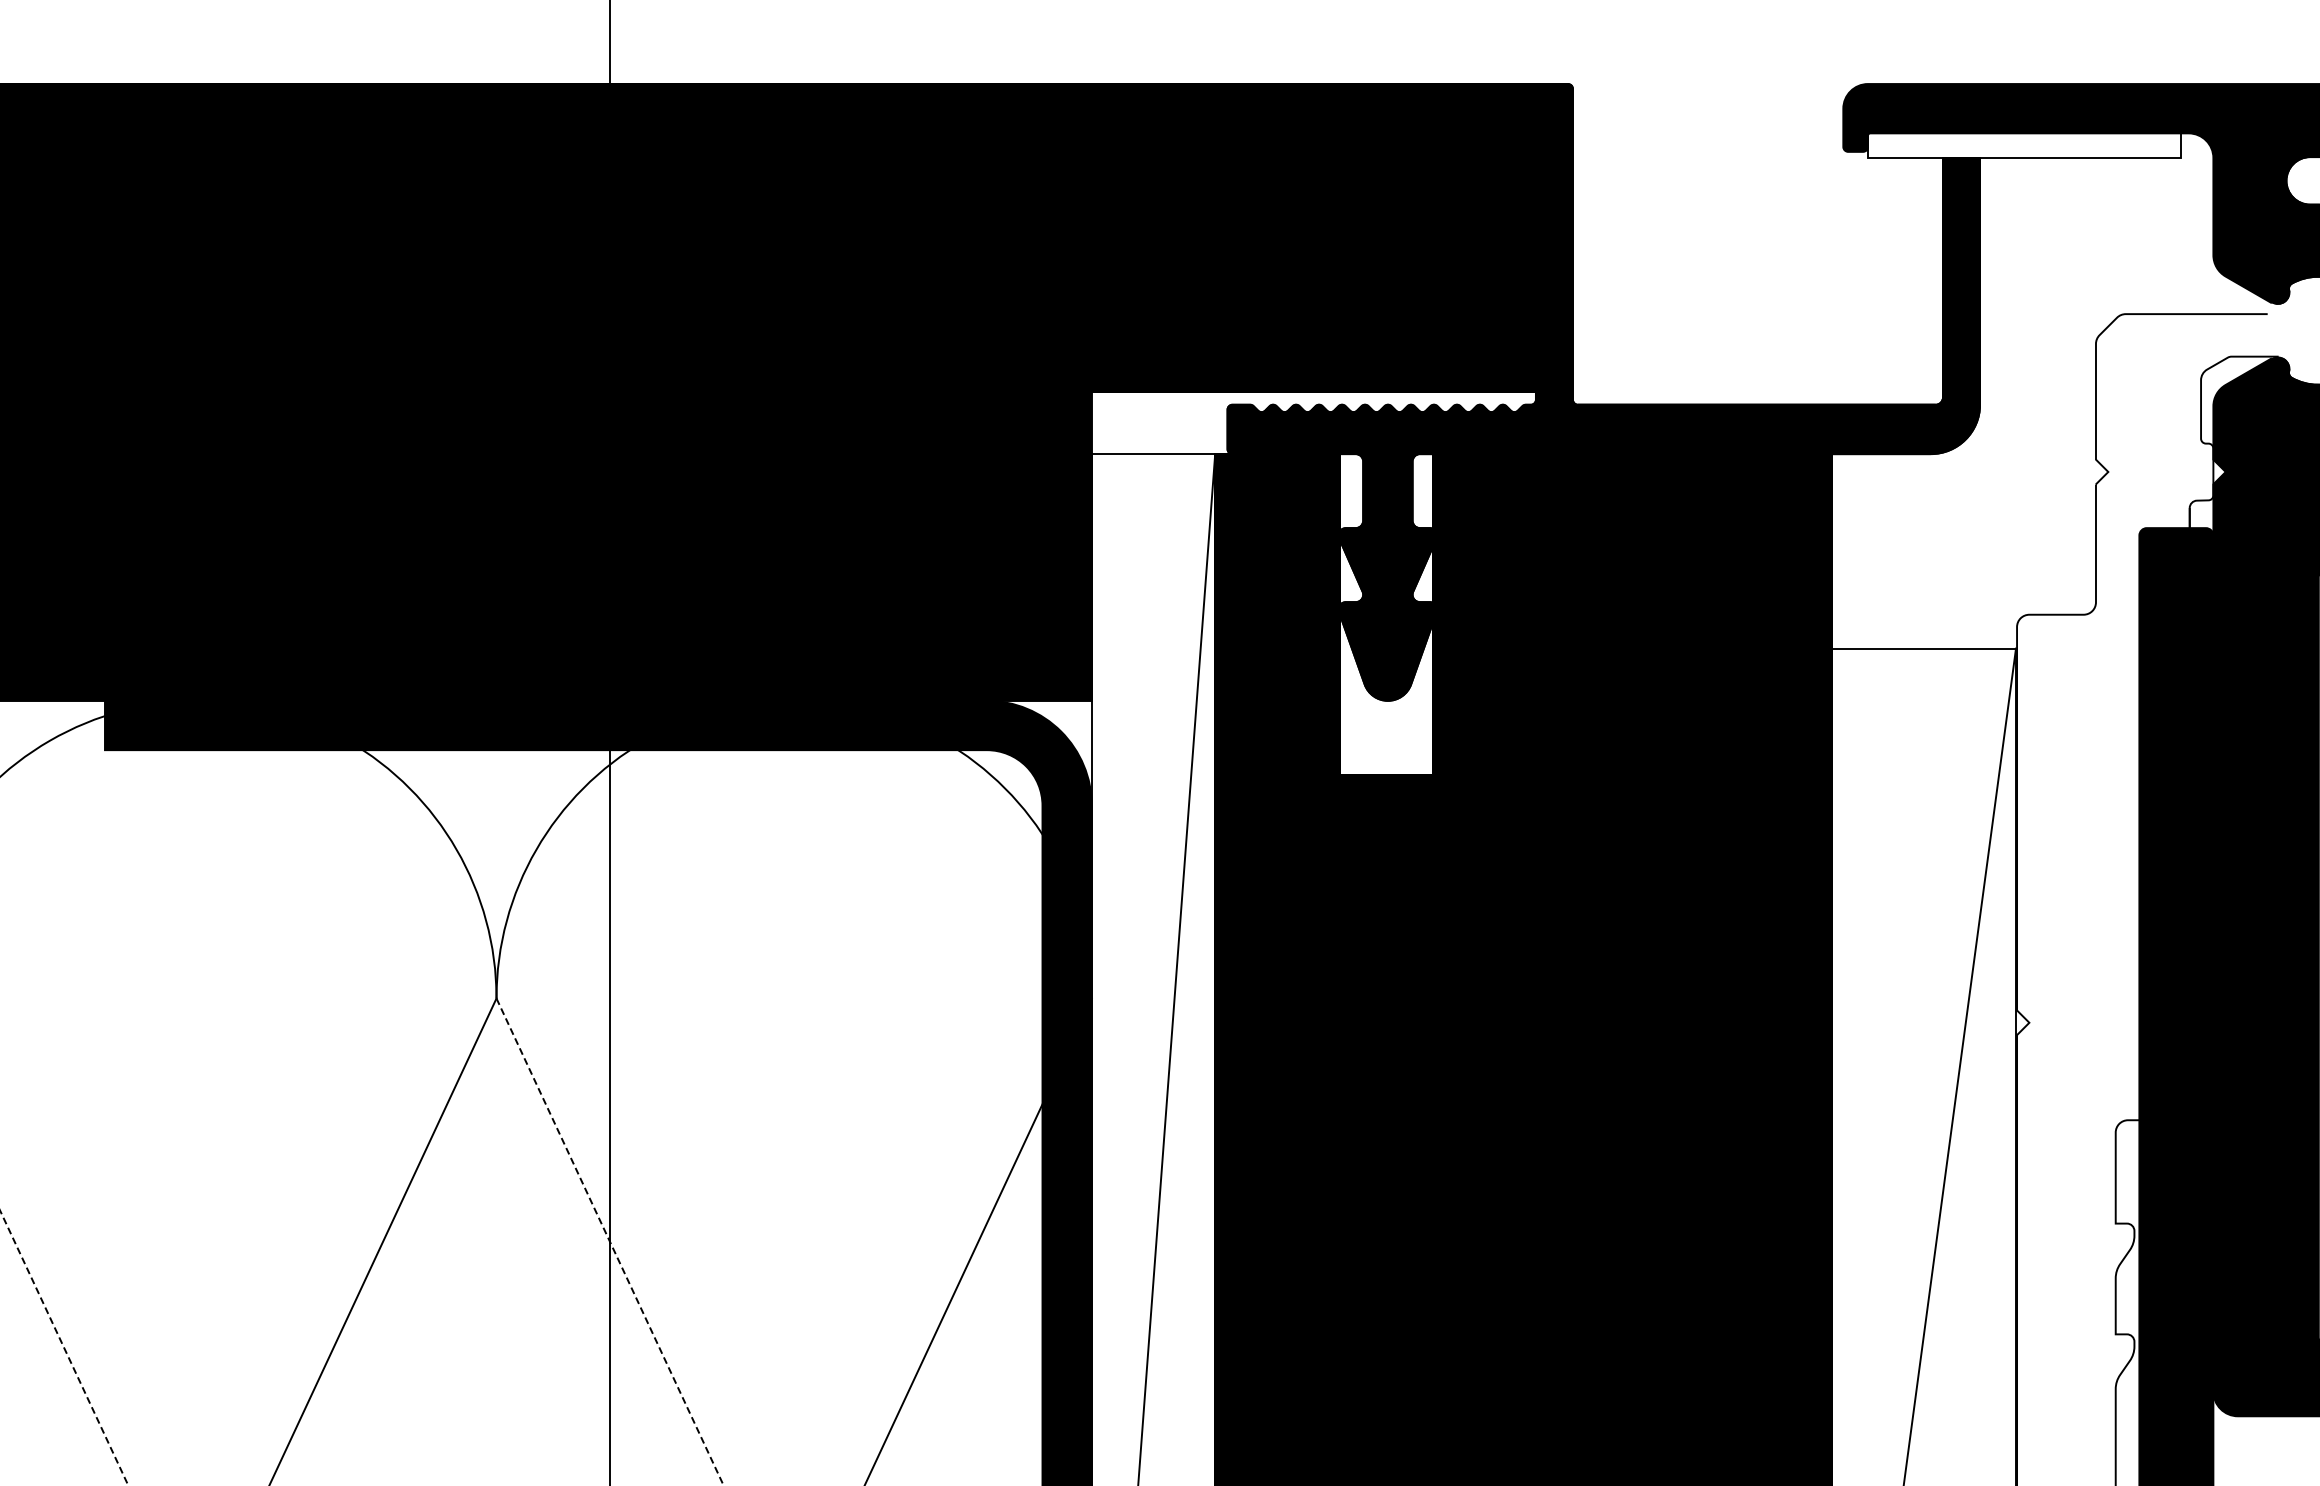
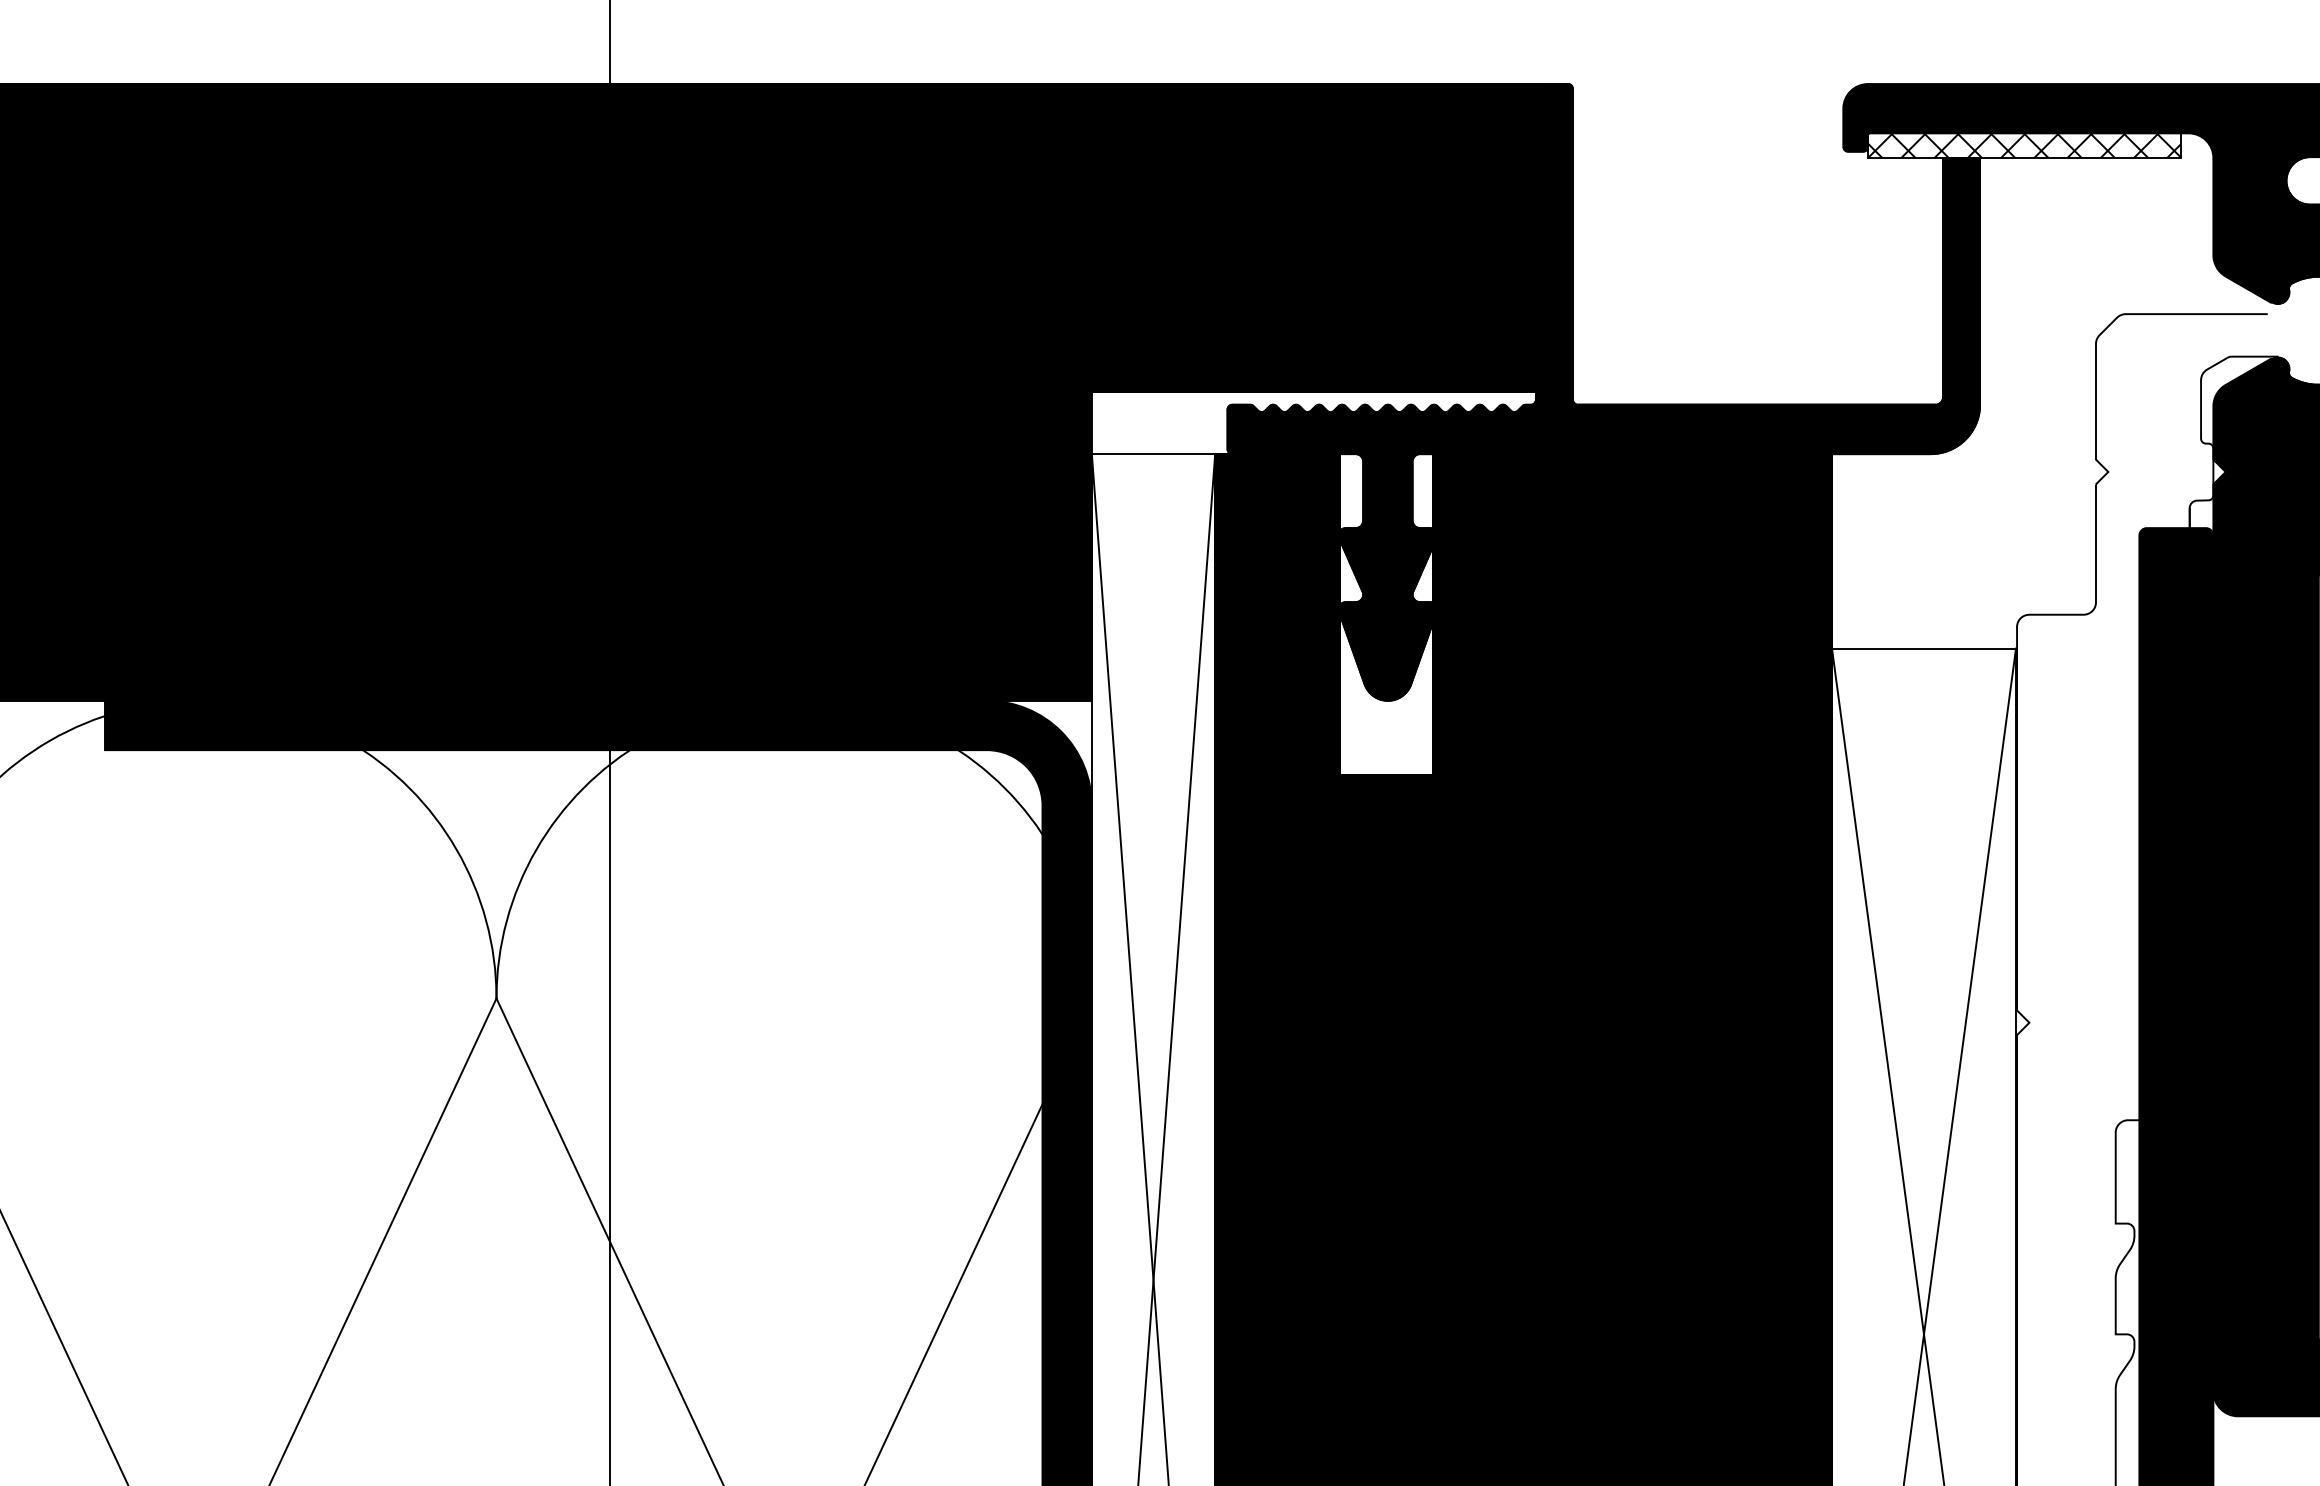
hatch at (2024, 145): none -> present
line at (1129, 968): none -> present
line at (1887, 1065): none -> present
line at (610, 1242): dashed -> solid
line at (64, 1347): dashed -> solid
